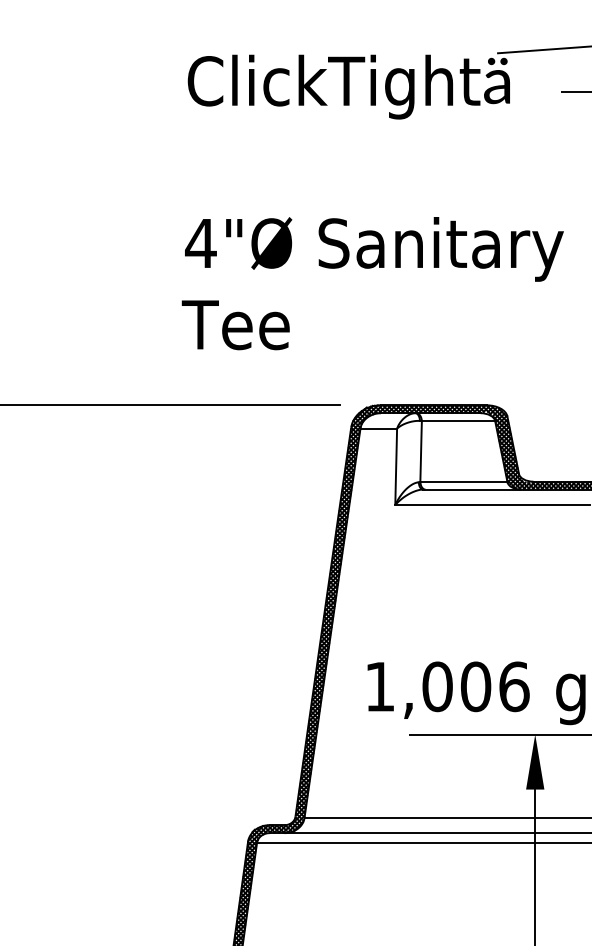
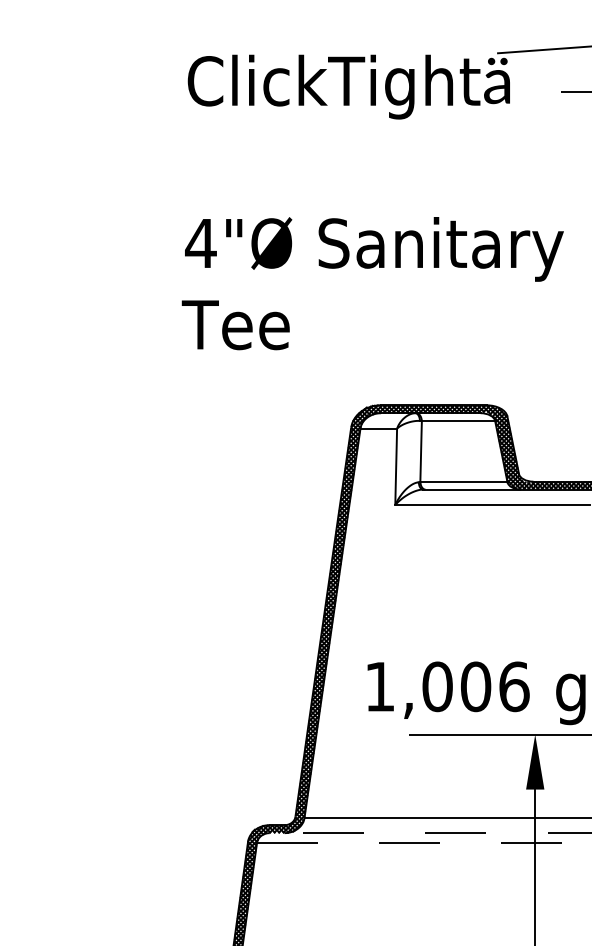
line at (171, 405): present -> none
line at (430, 833): solid -> dashed
line at (424, 842): solid -> dashed
